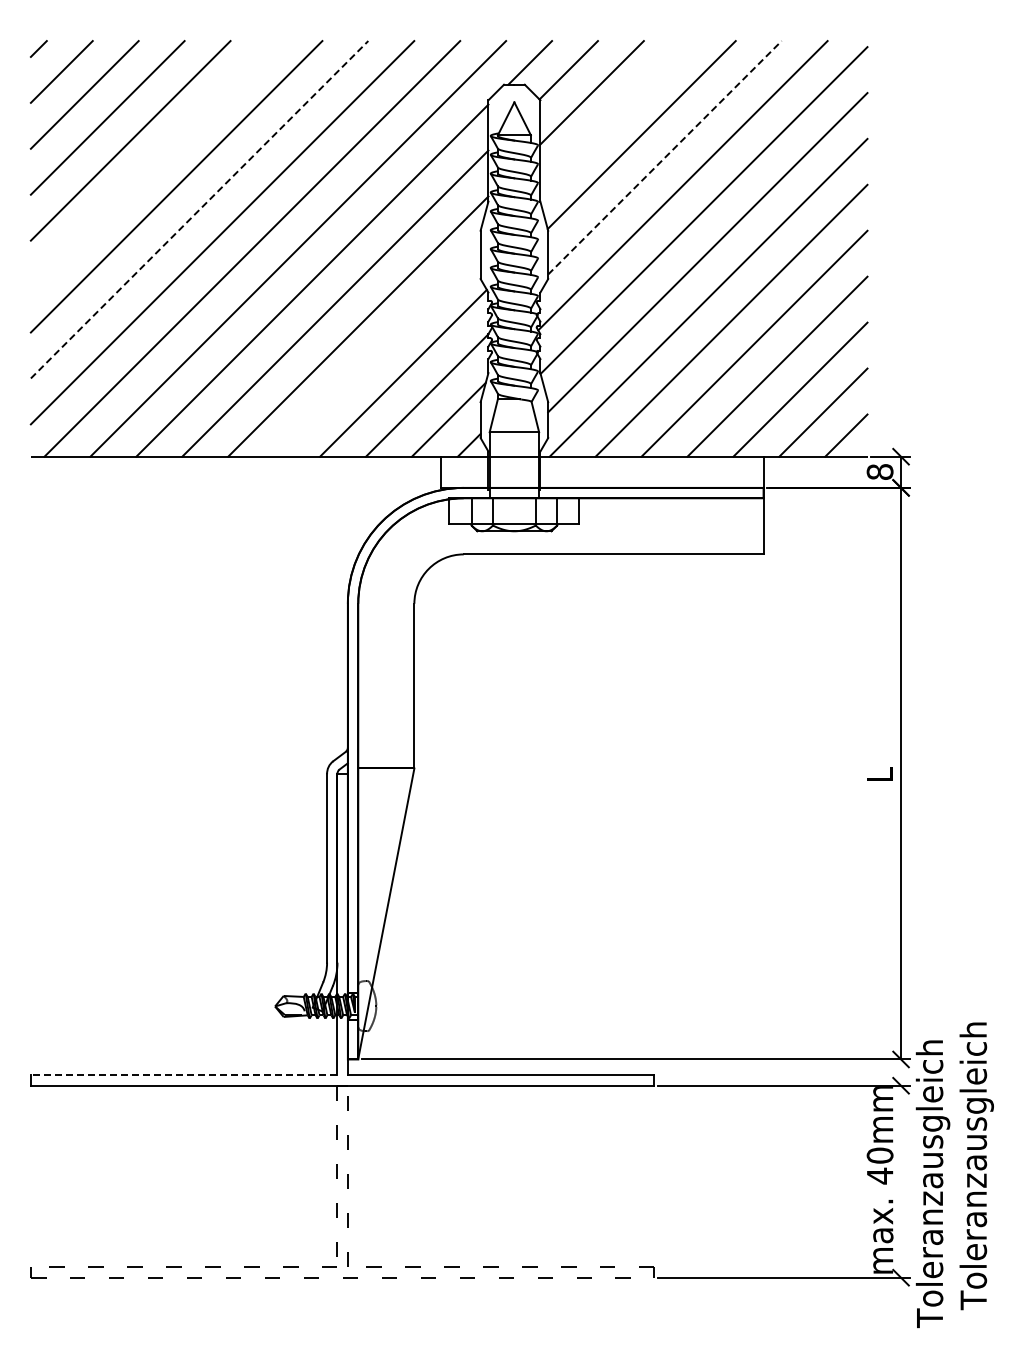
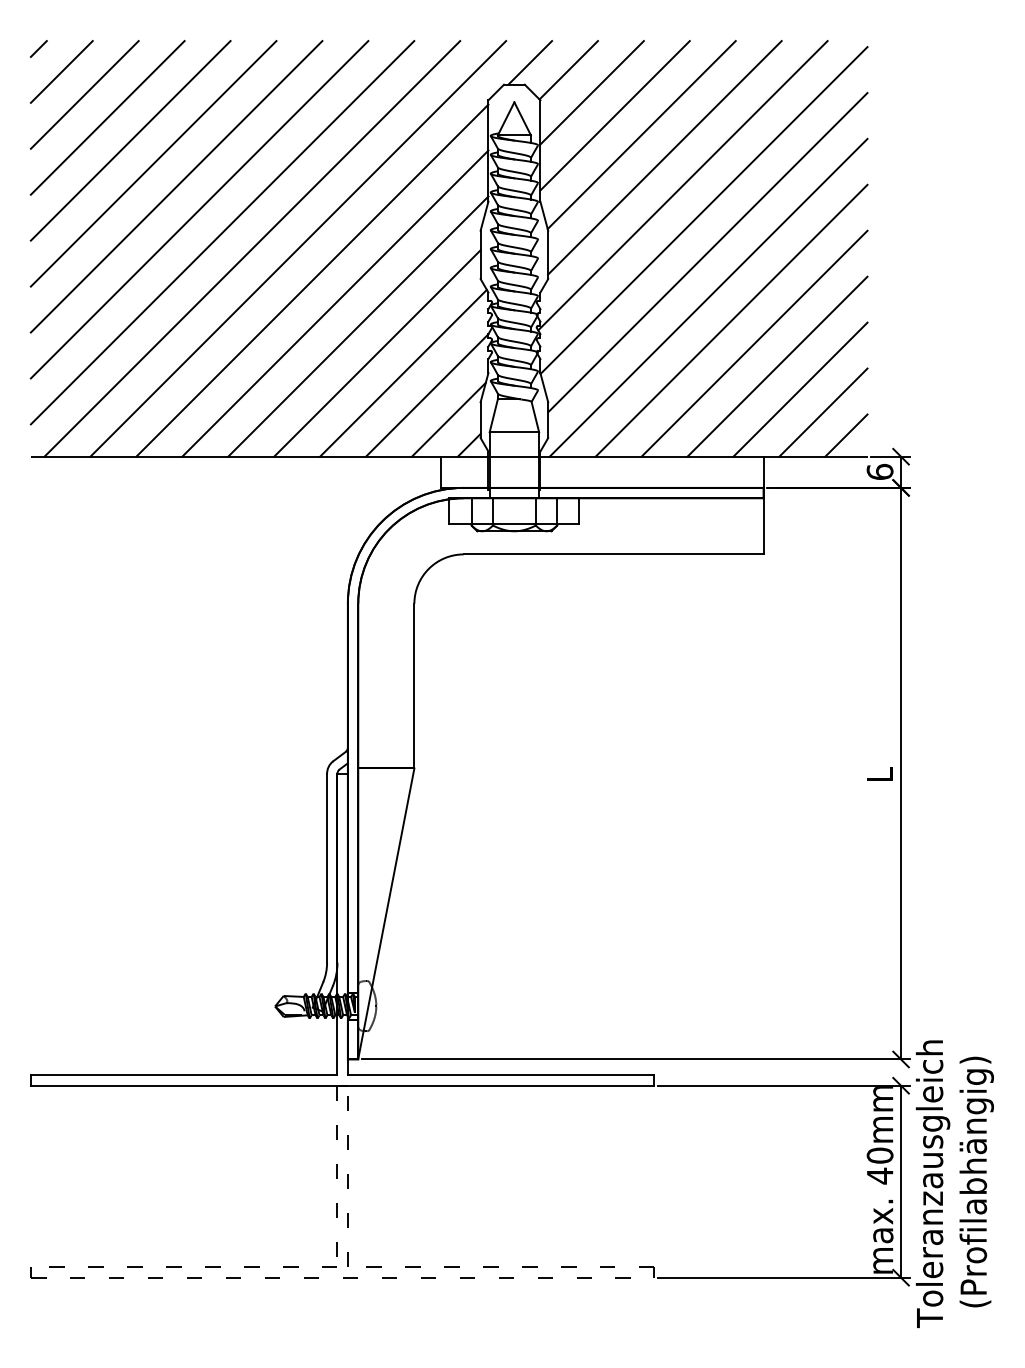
line at (614, 115): none -> present
line at (665, 157): dashed -> solid
line at (153, 163): none -> present
line at (199, 209): dashed -> solid
line at (377, 353): none -> present
text at (879, 471): 8 -> 6
line at (183, 1075): dashed -> solid
text at (976, 1166): Toleranzausgleich -> (Profilabhängig)
line at (901, 1181): none -> present
